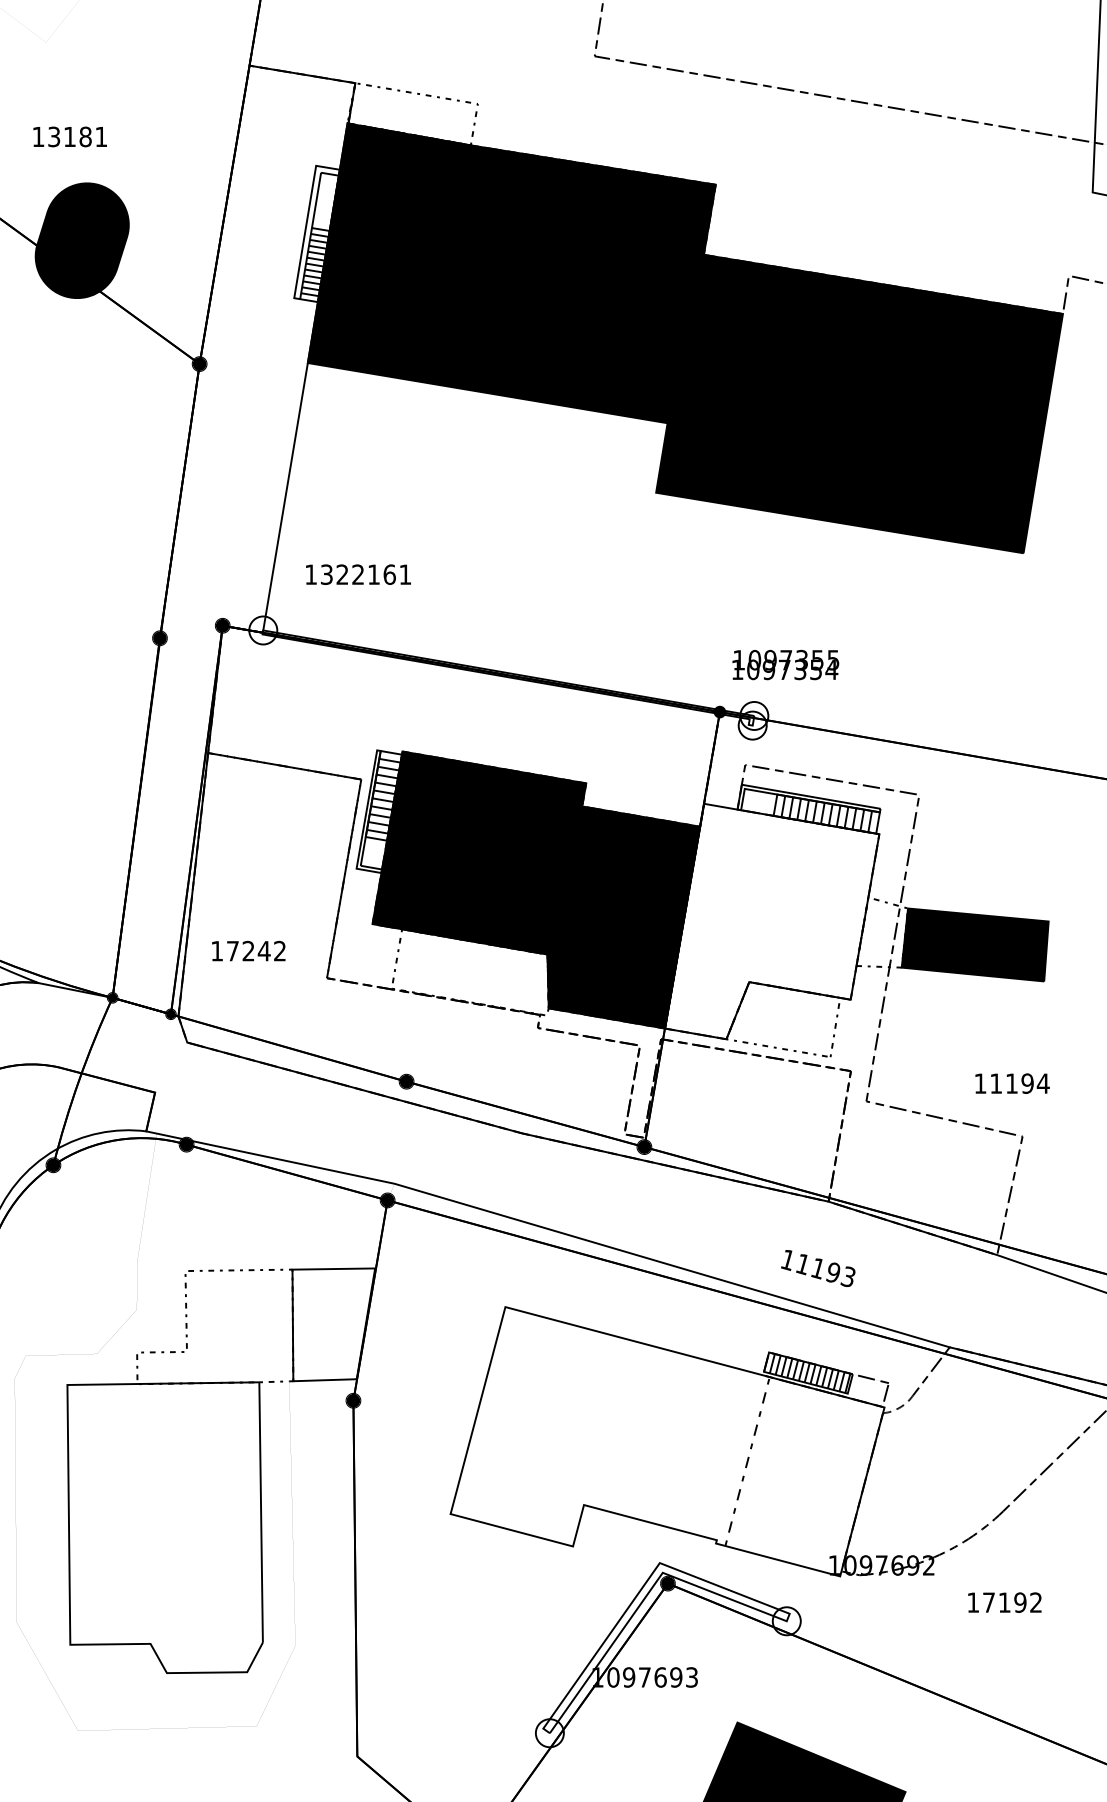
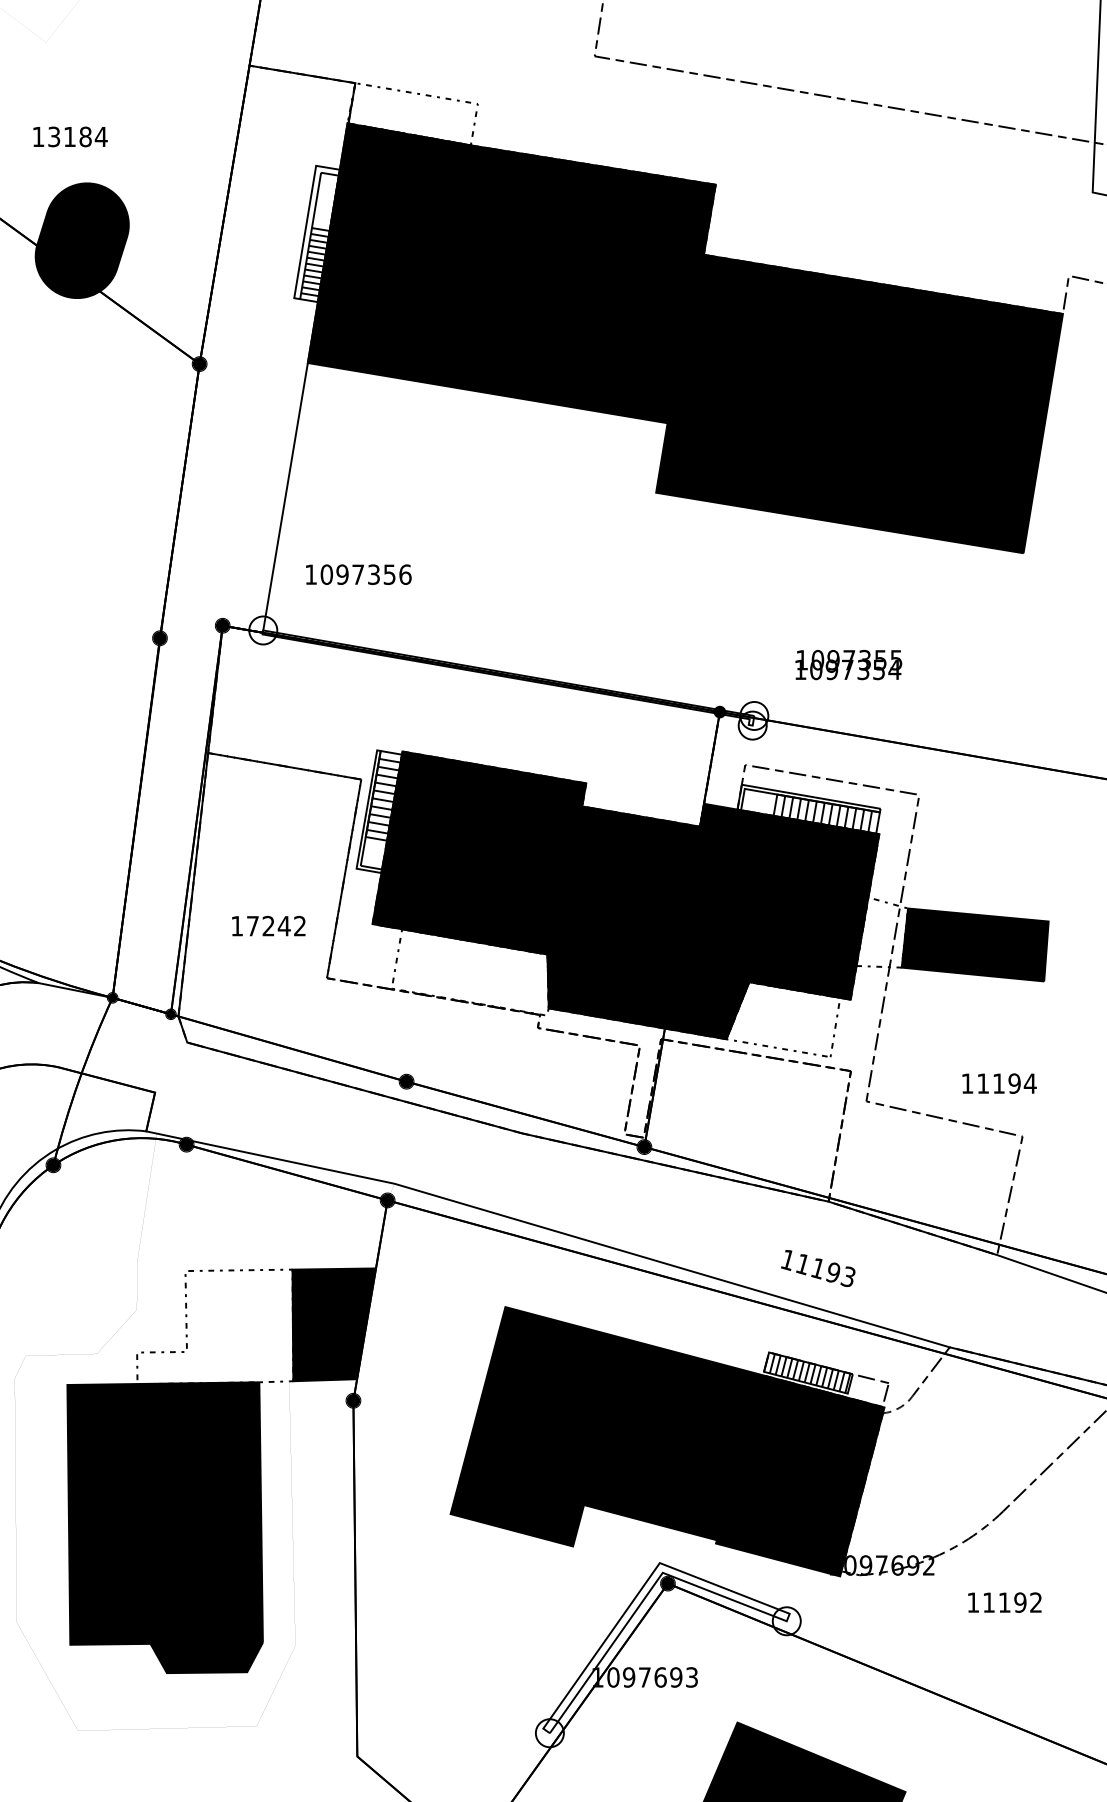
text at (100, 136): 13181 -> 13184
text at (365, 574): 1322161 -> 1097356
text at (785, 664) position: (785, 664) -> (848, 664)
fill at (772, 921): none -> present
text at (248, 950) position: (248, 950) -> (268, 925)
text at (1012, 1083) position: (1012, 1083) -> (999, 1083)
fill at (333, 1324): none -> present
fill at (667, 1441): none -> present
fill at (164, 1527): none -> present
text at (988, 1602): 17192 -> 11192
